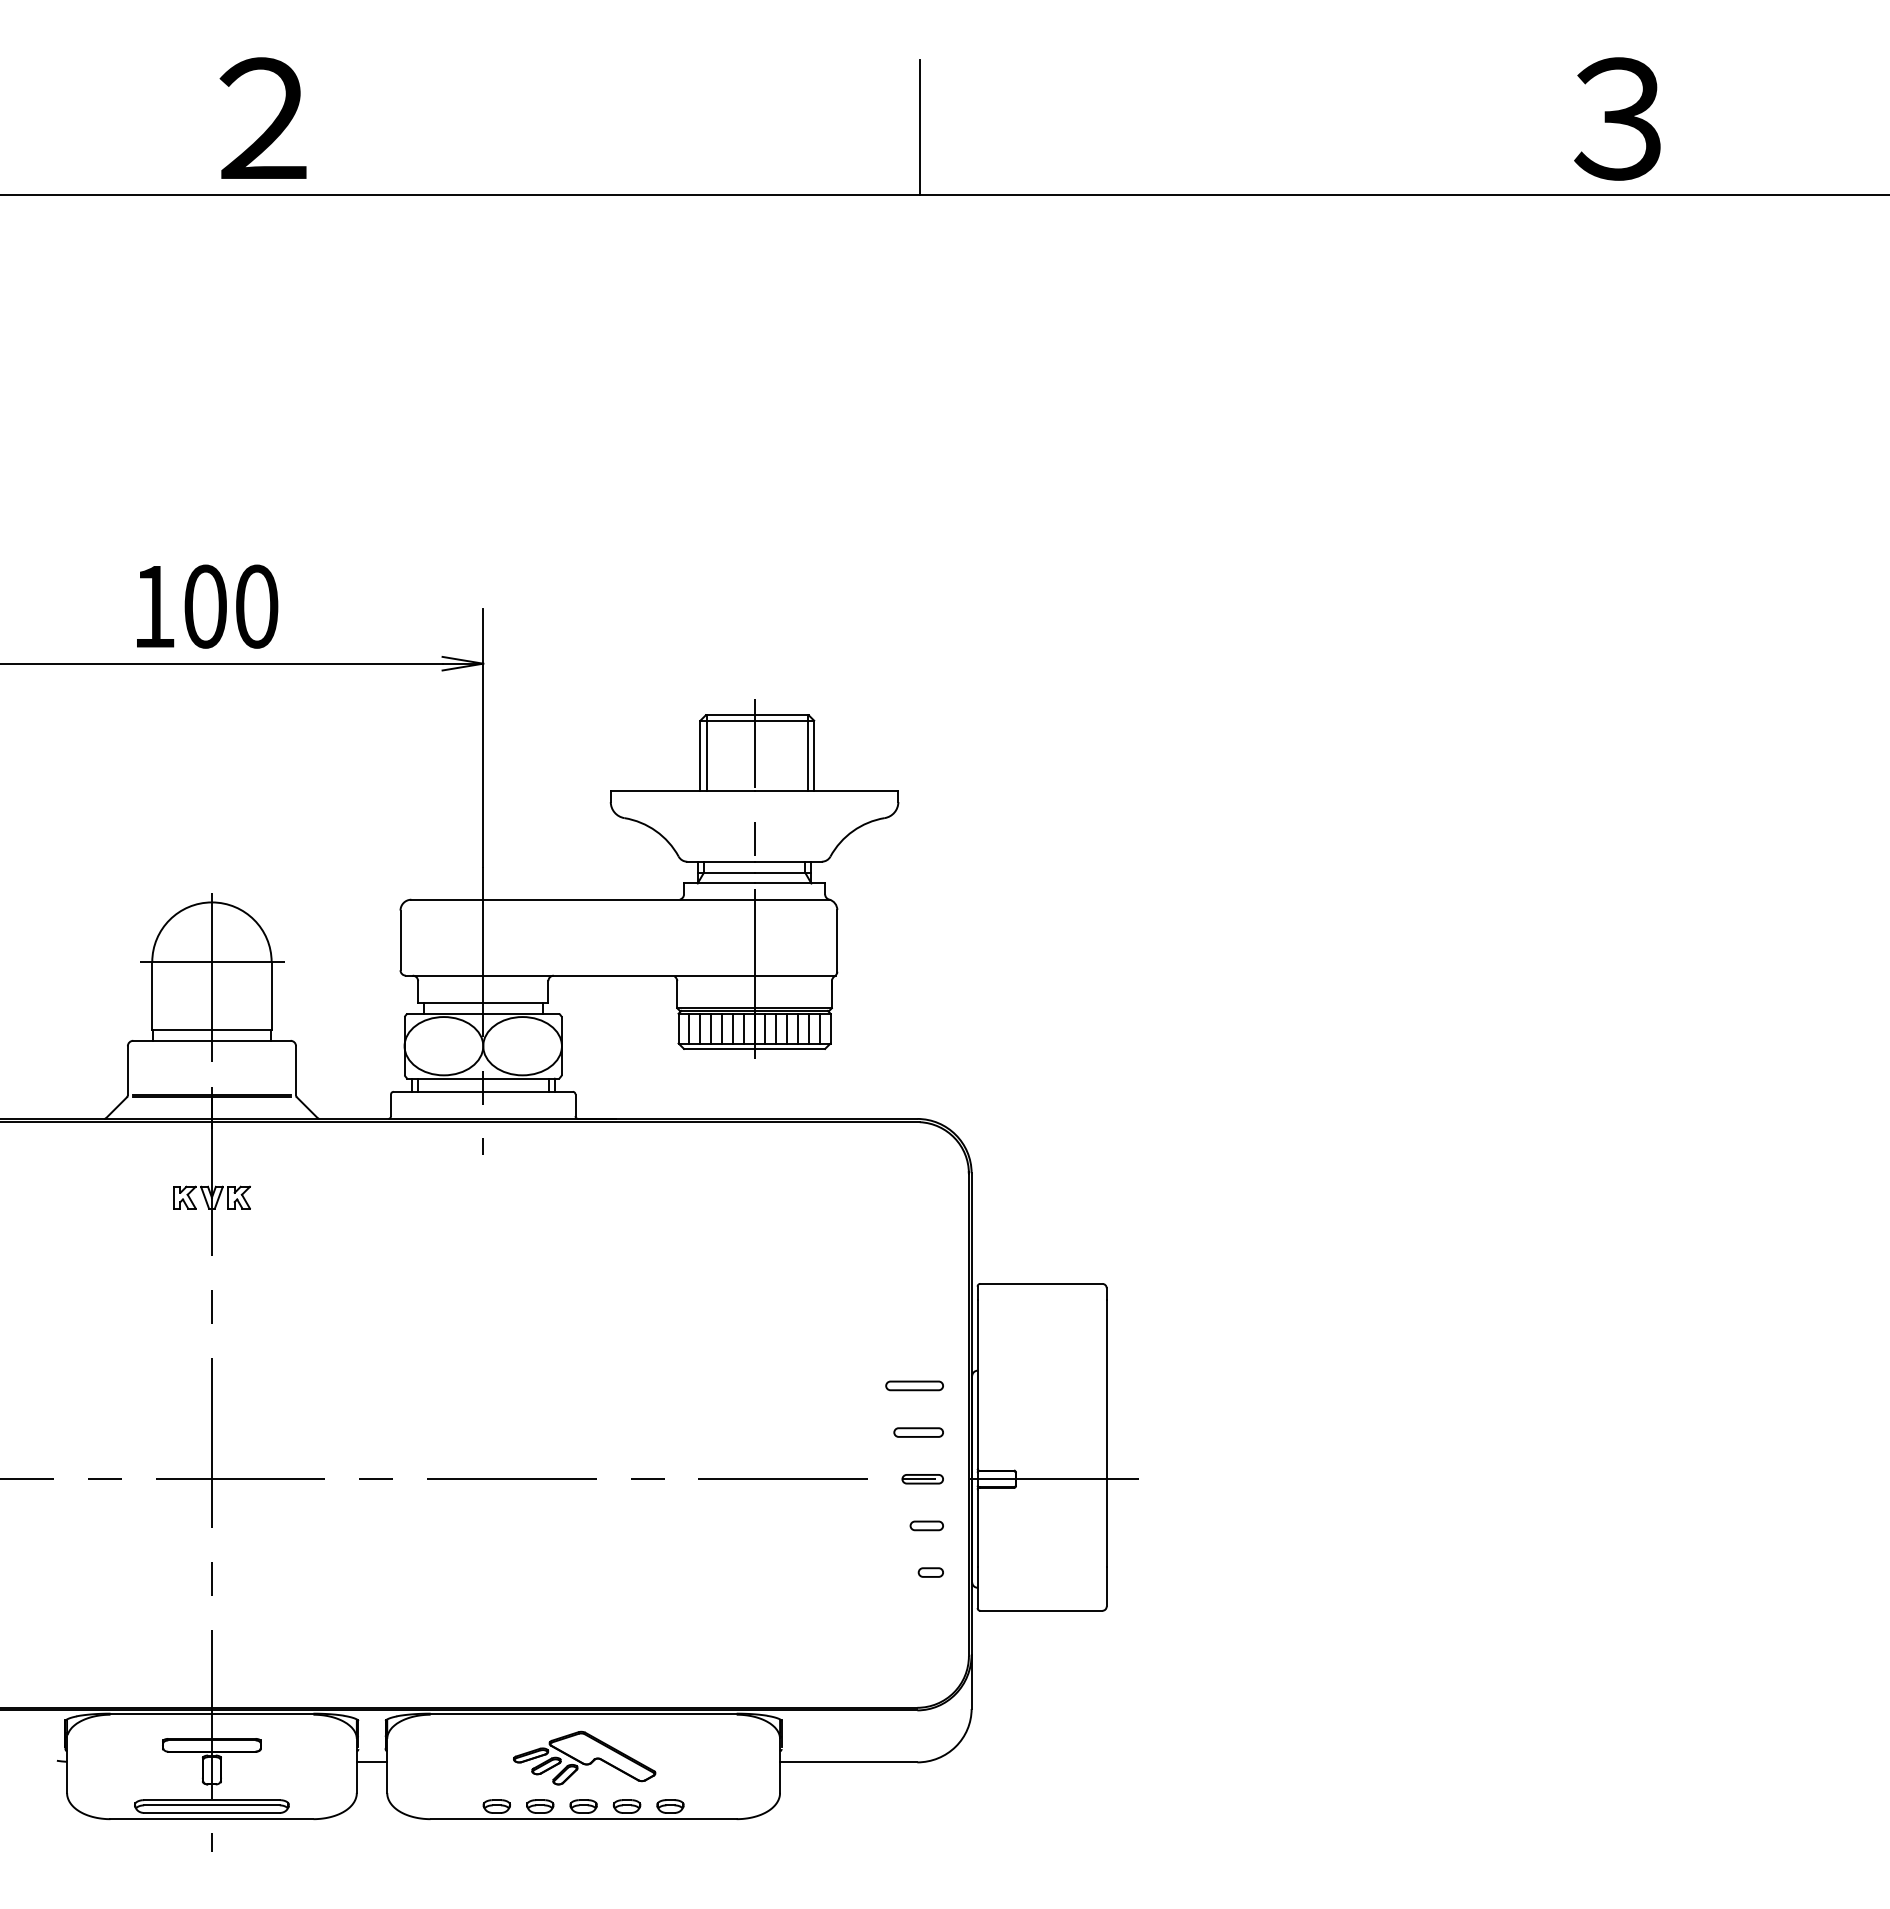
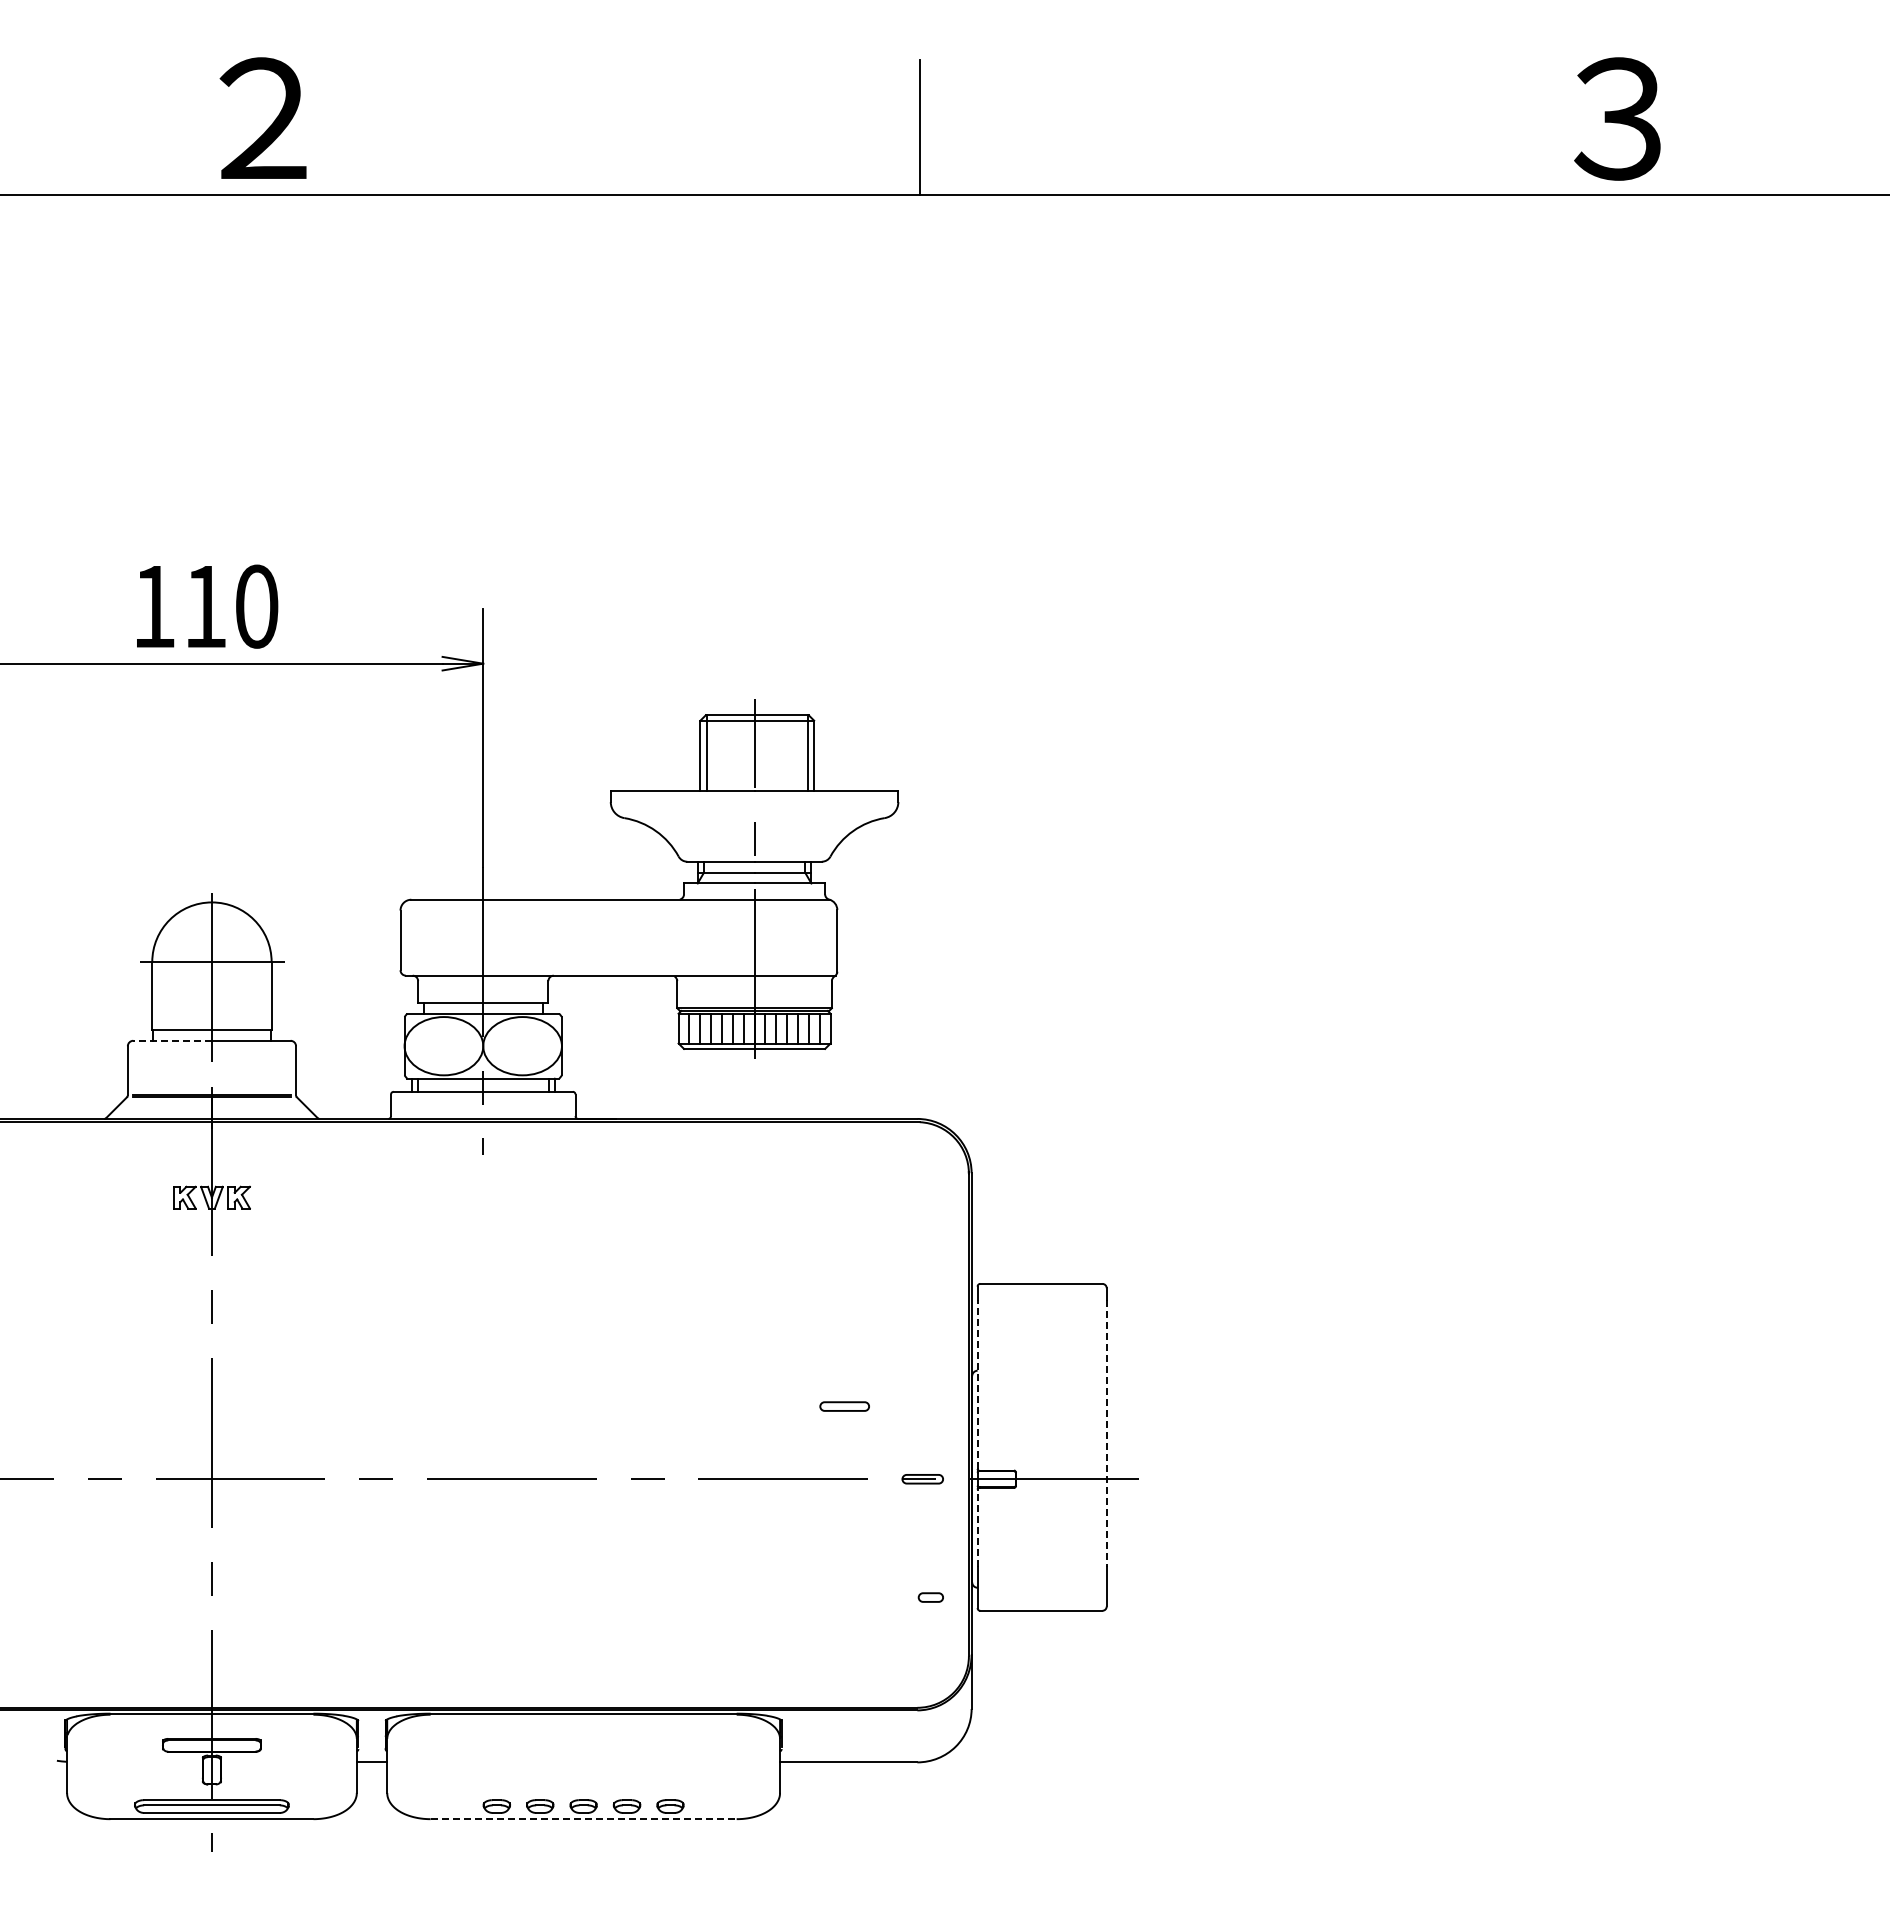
text at (205, 606): 100 -> 110
line at (172, 1040): solid -> dashed
line at (977, 1384): solid -> dashed
part at (914, 1385): present -> none
part at (918, 1432) position: (918, 1432) -> (844, 1406)
line at (1106, 1433): solid -> dashed
part at (926, 1525): present -> none
line at (977, 1528): solid -> dashed
part at (930, 1572) position: (930, 1572) -> (930, 1597)
part at (584, 1757): present -> none
line at (584, 1819): solid -> dashed
